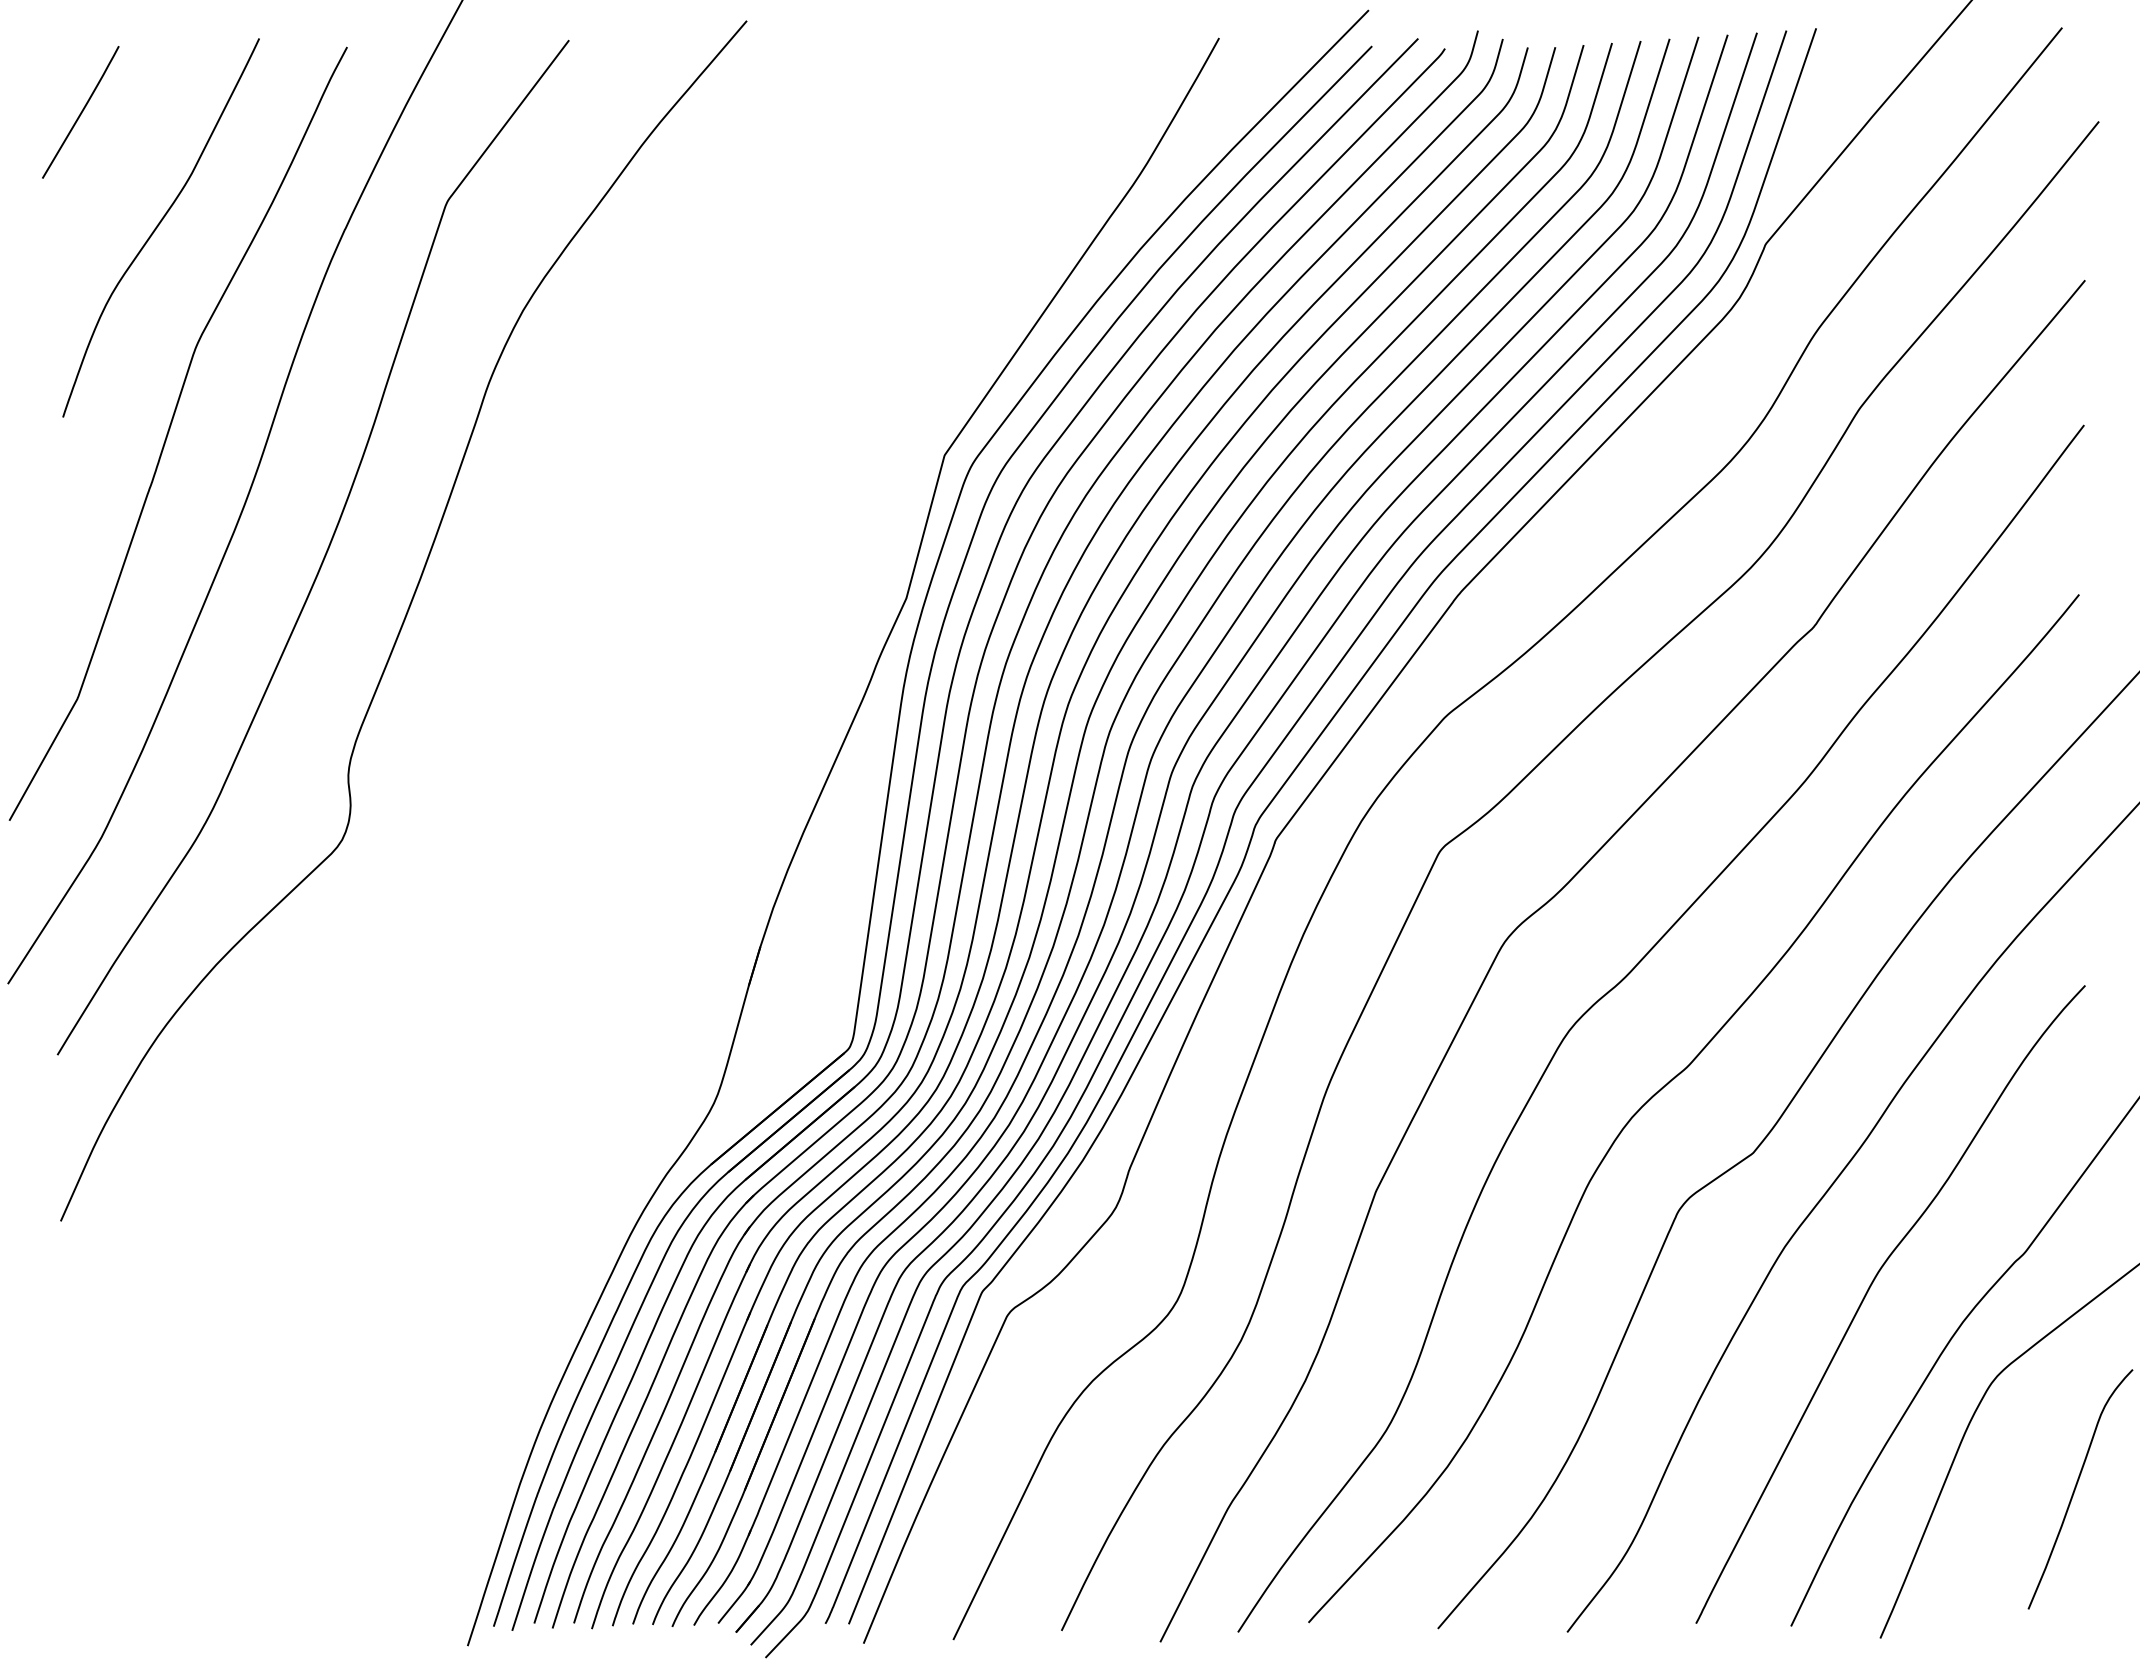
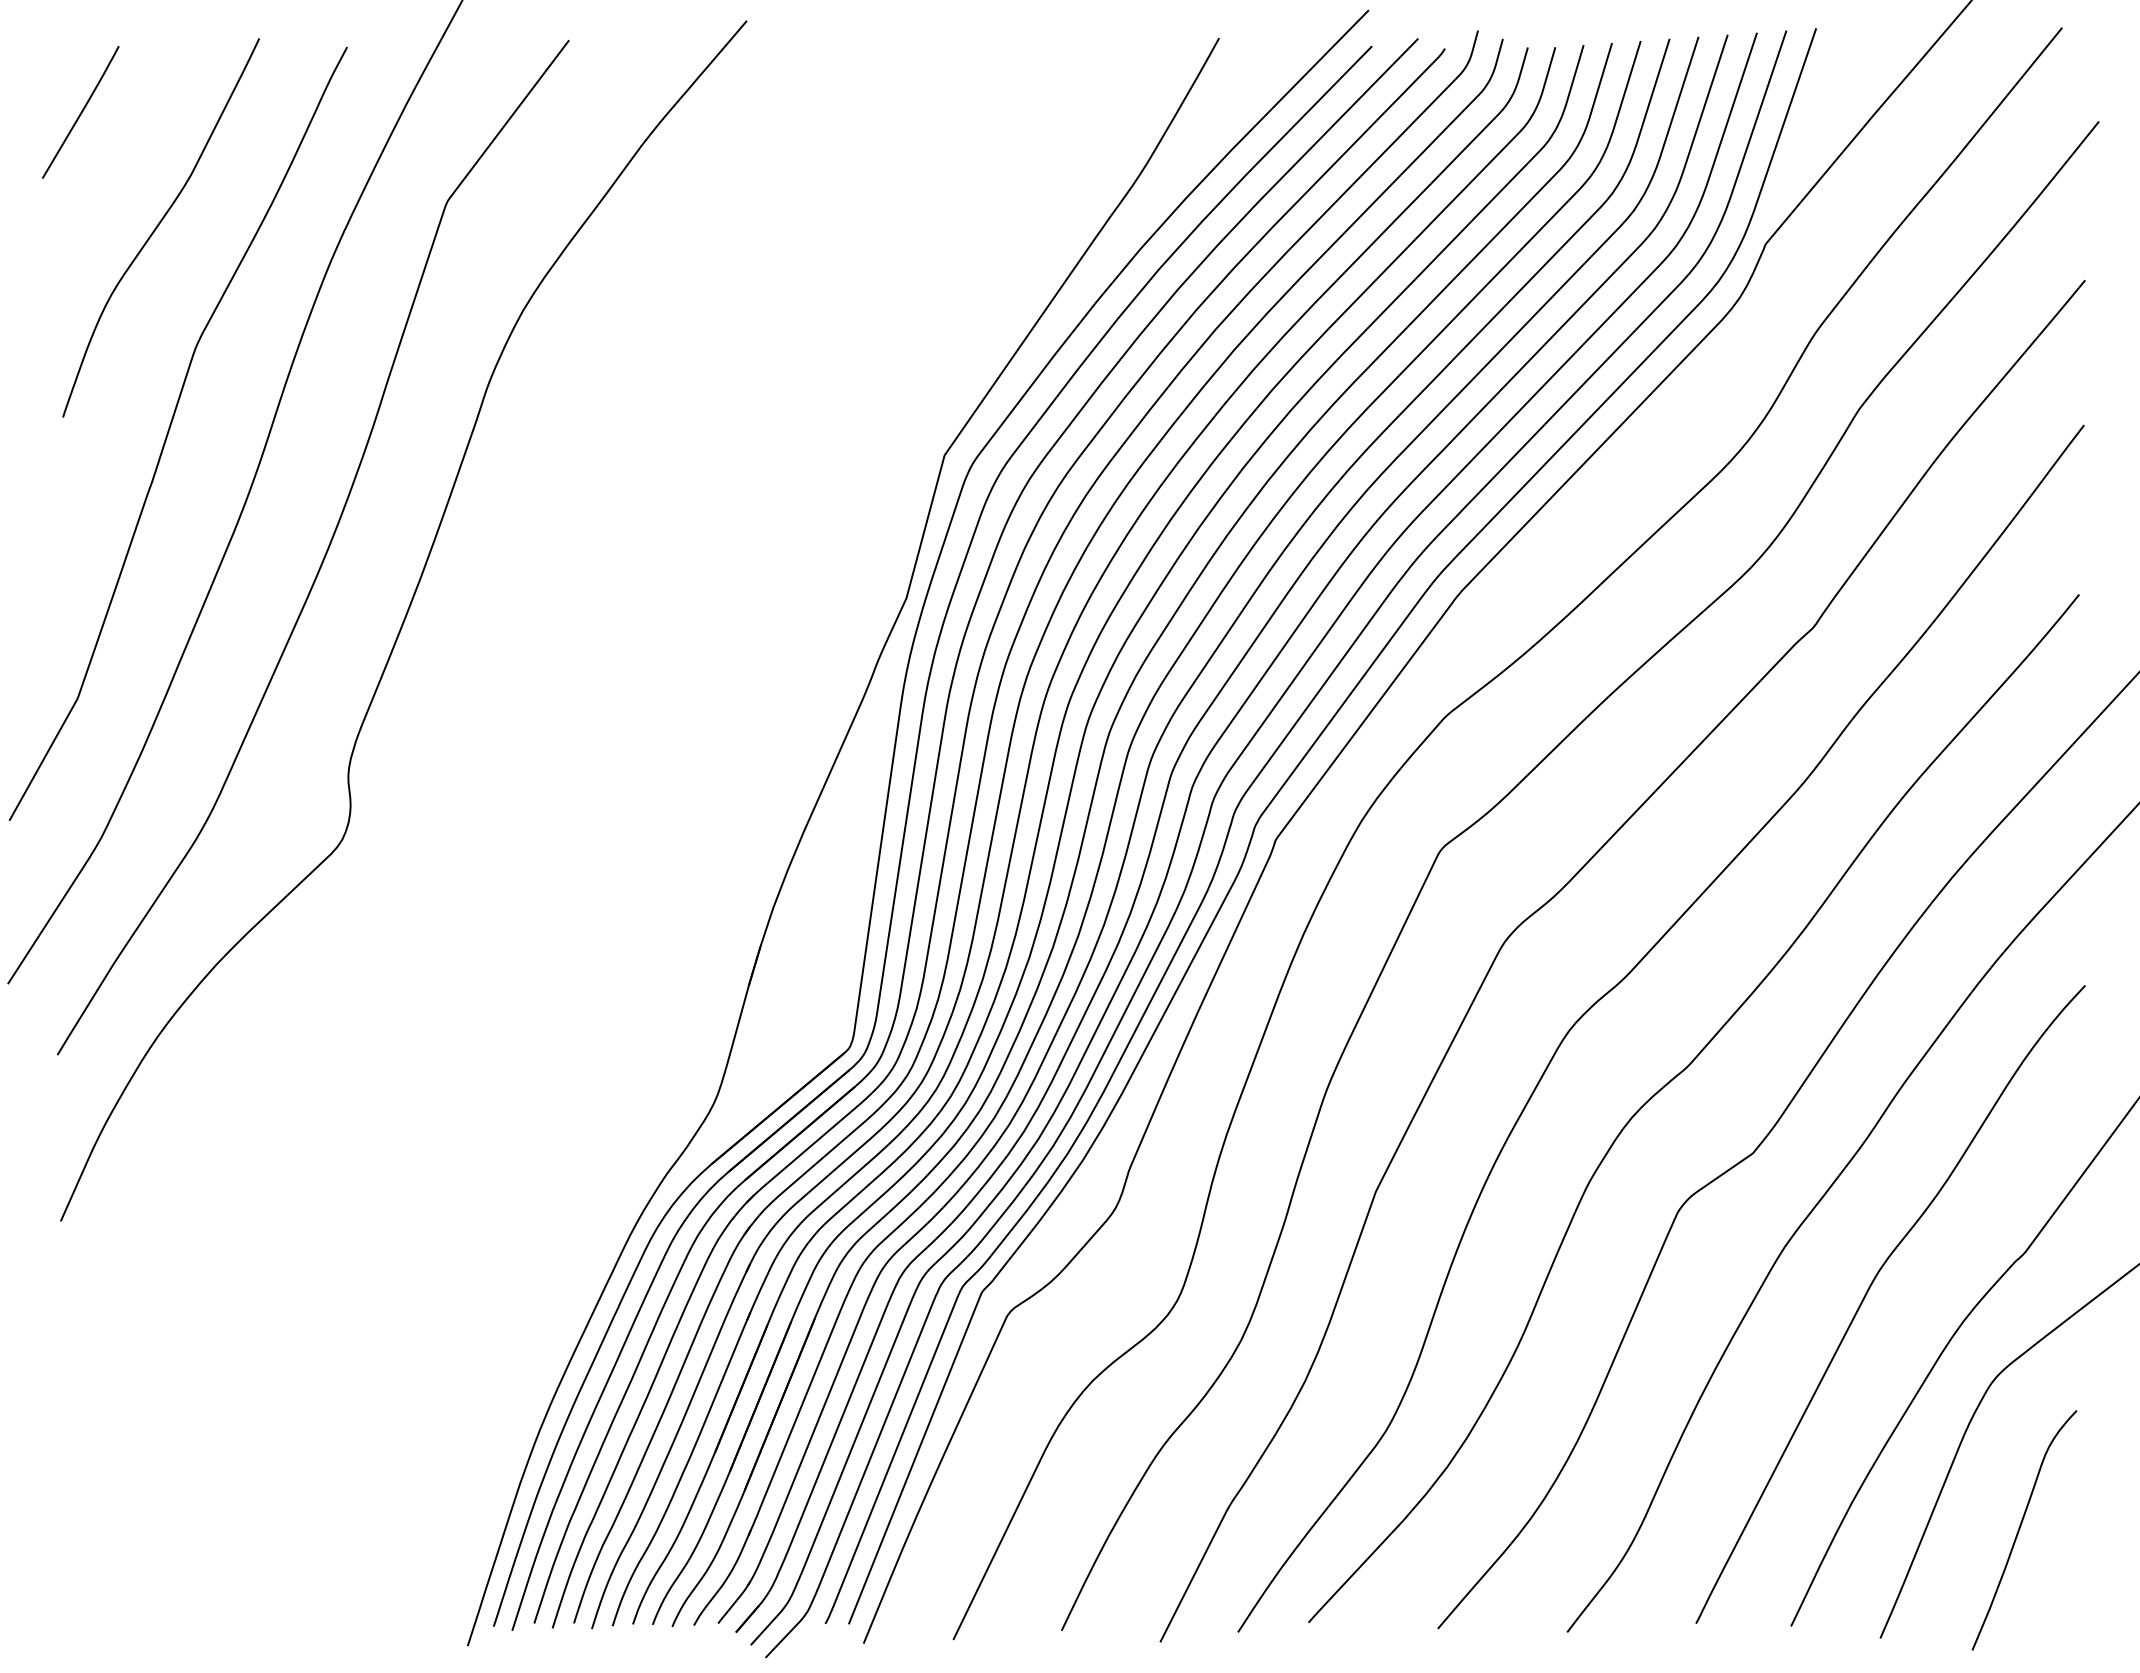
curve at (2076, 1488) position: (2076, 1488) -> (2020, 1529)
